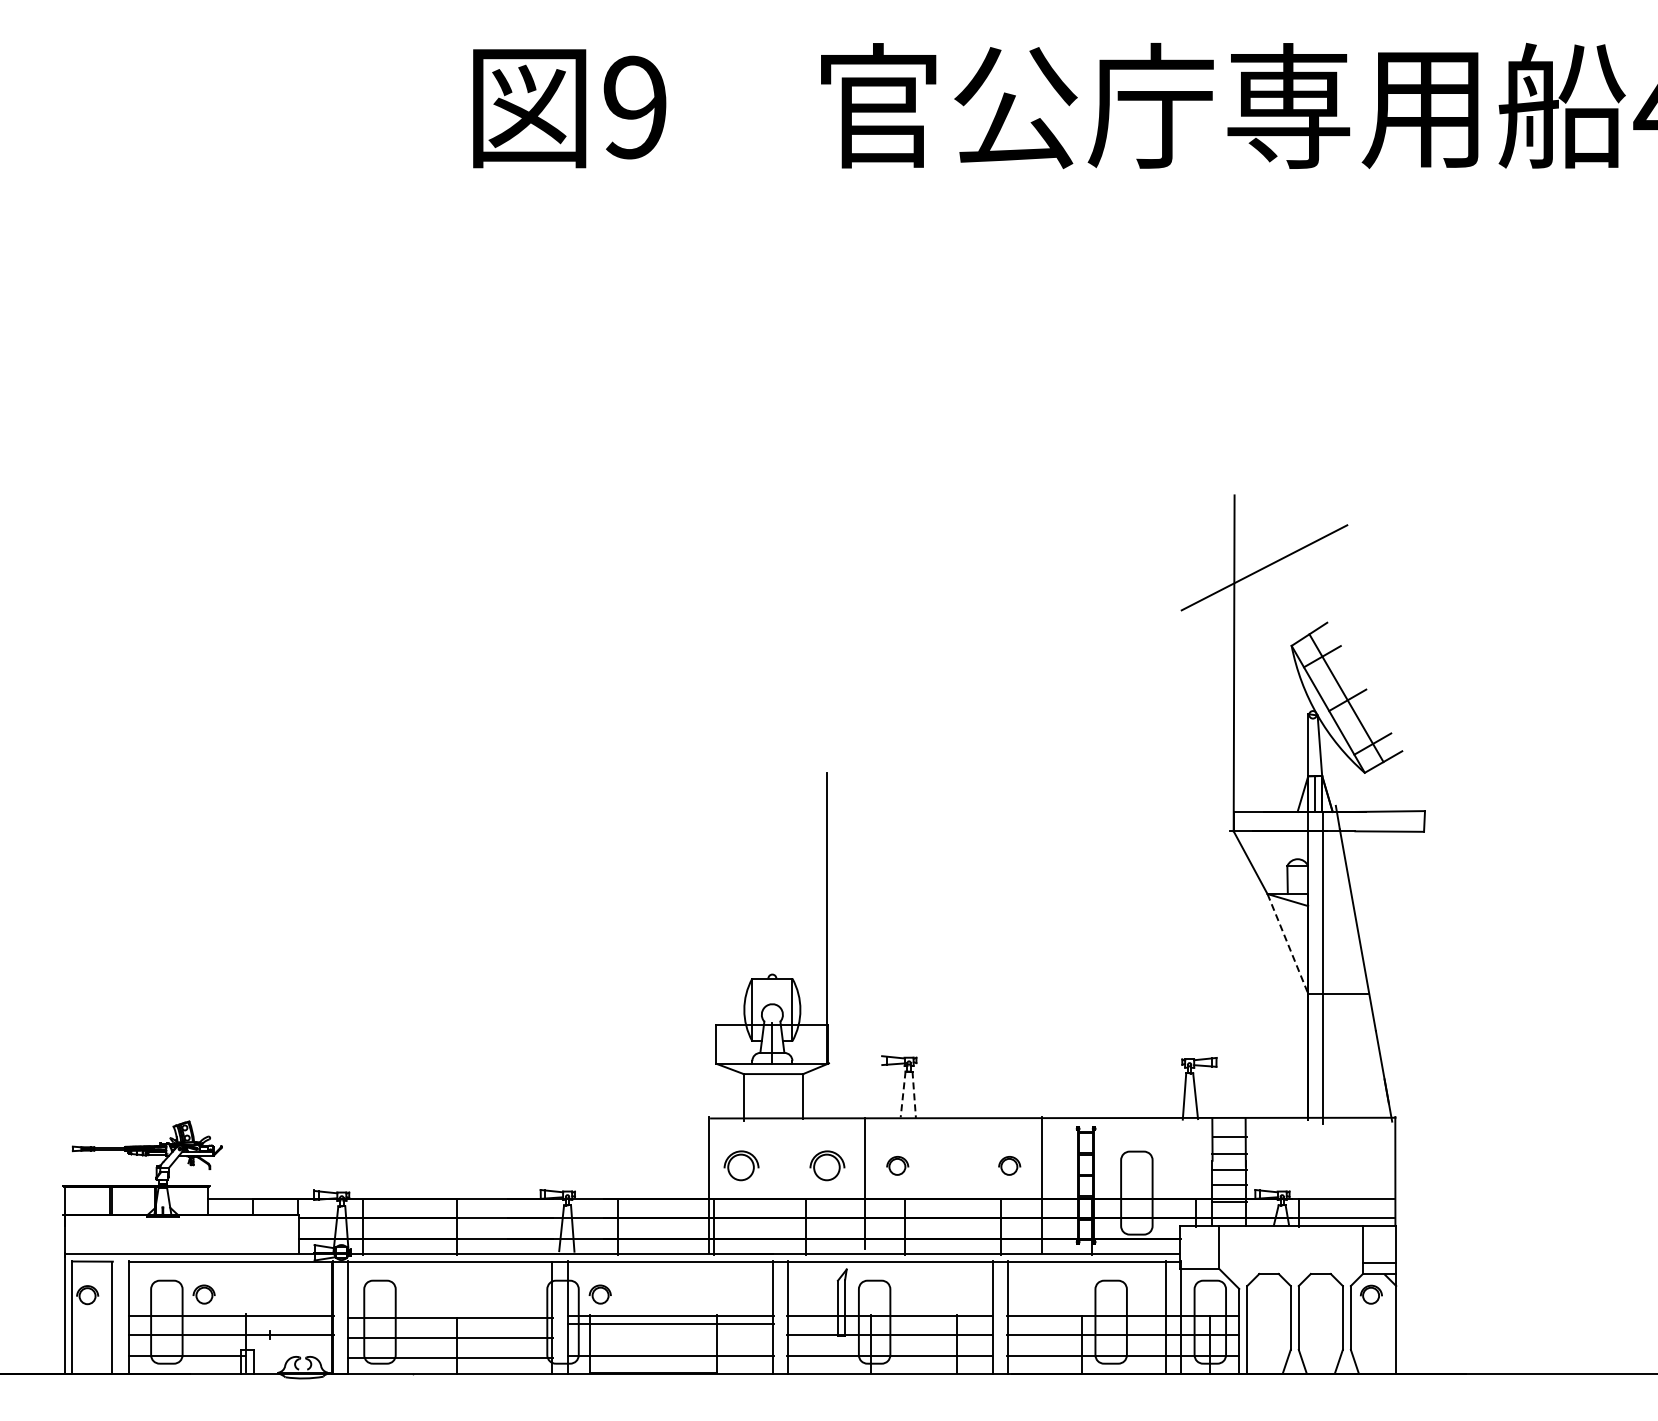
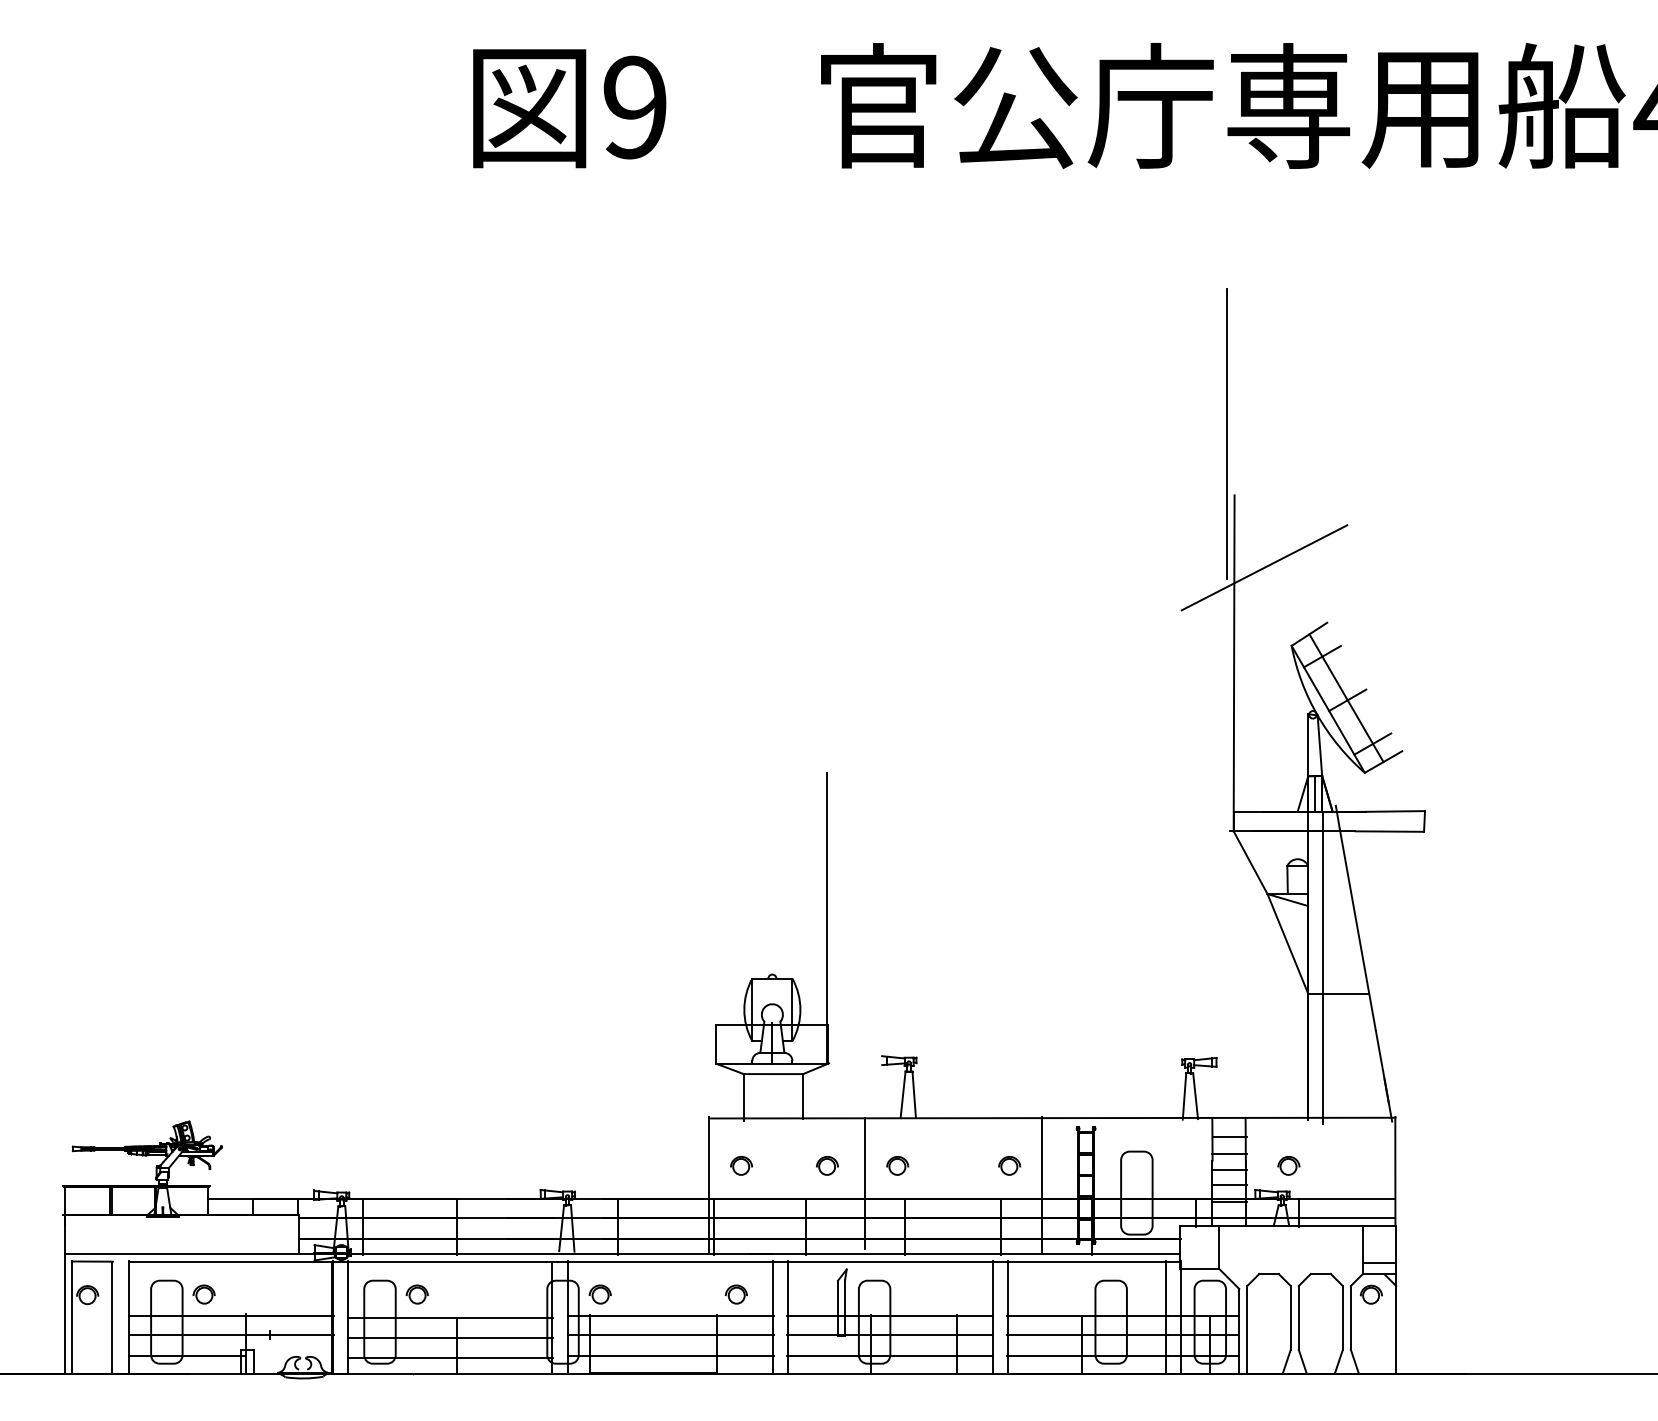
line at (1227, 433): none -> present
line at (1287, 943): dashed -> solid
line at (903, 1094): dashed -> solid
line at (914, 1095): dashed -> solid
part at (741, 1165) size: 37x32 px -> 23x20 px
part at (827, 1165) size: 37x32 px -> 23x20 px
part at (1288, 1165): none -> present
part at (416, 1294): none -> present
part at (735, 1294): none -> present
line at (670, 1324) position: (670, 1324) -> (670, 1335)
